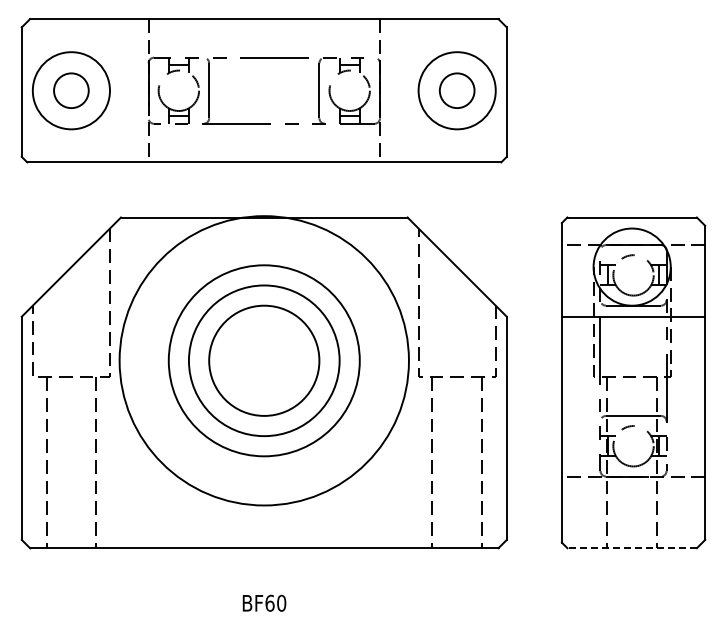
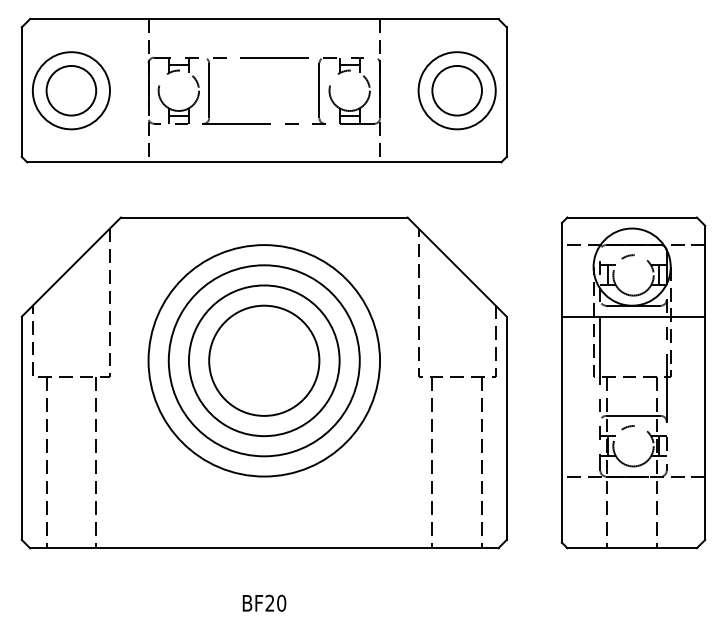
circle at (71, 90) diameter: 35 px -> 50 px
circle at (456, 90) diameter: 35 px -> 50 px
circle at (263, 360) diameter: 289 px -> 231 px
line at (632, 548): dashed -> solid
text at (269, 602): BF60 -> BF20
